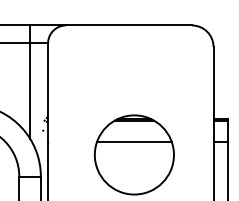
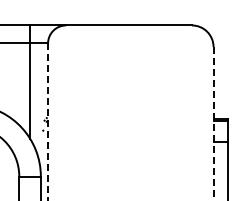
line at (48, 122): solid -> dashed
line at (213, 124): solid -> dashed
part at (134, 154): present -> none
